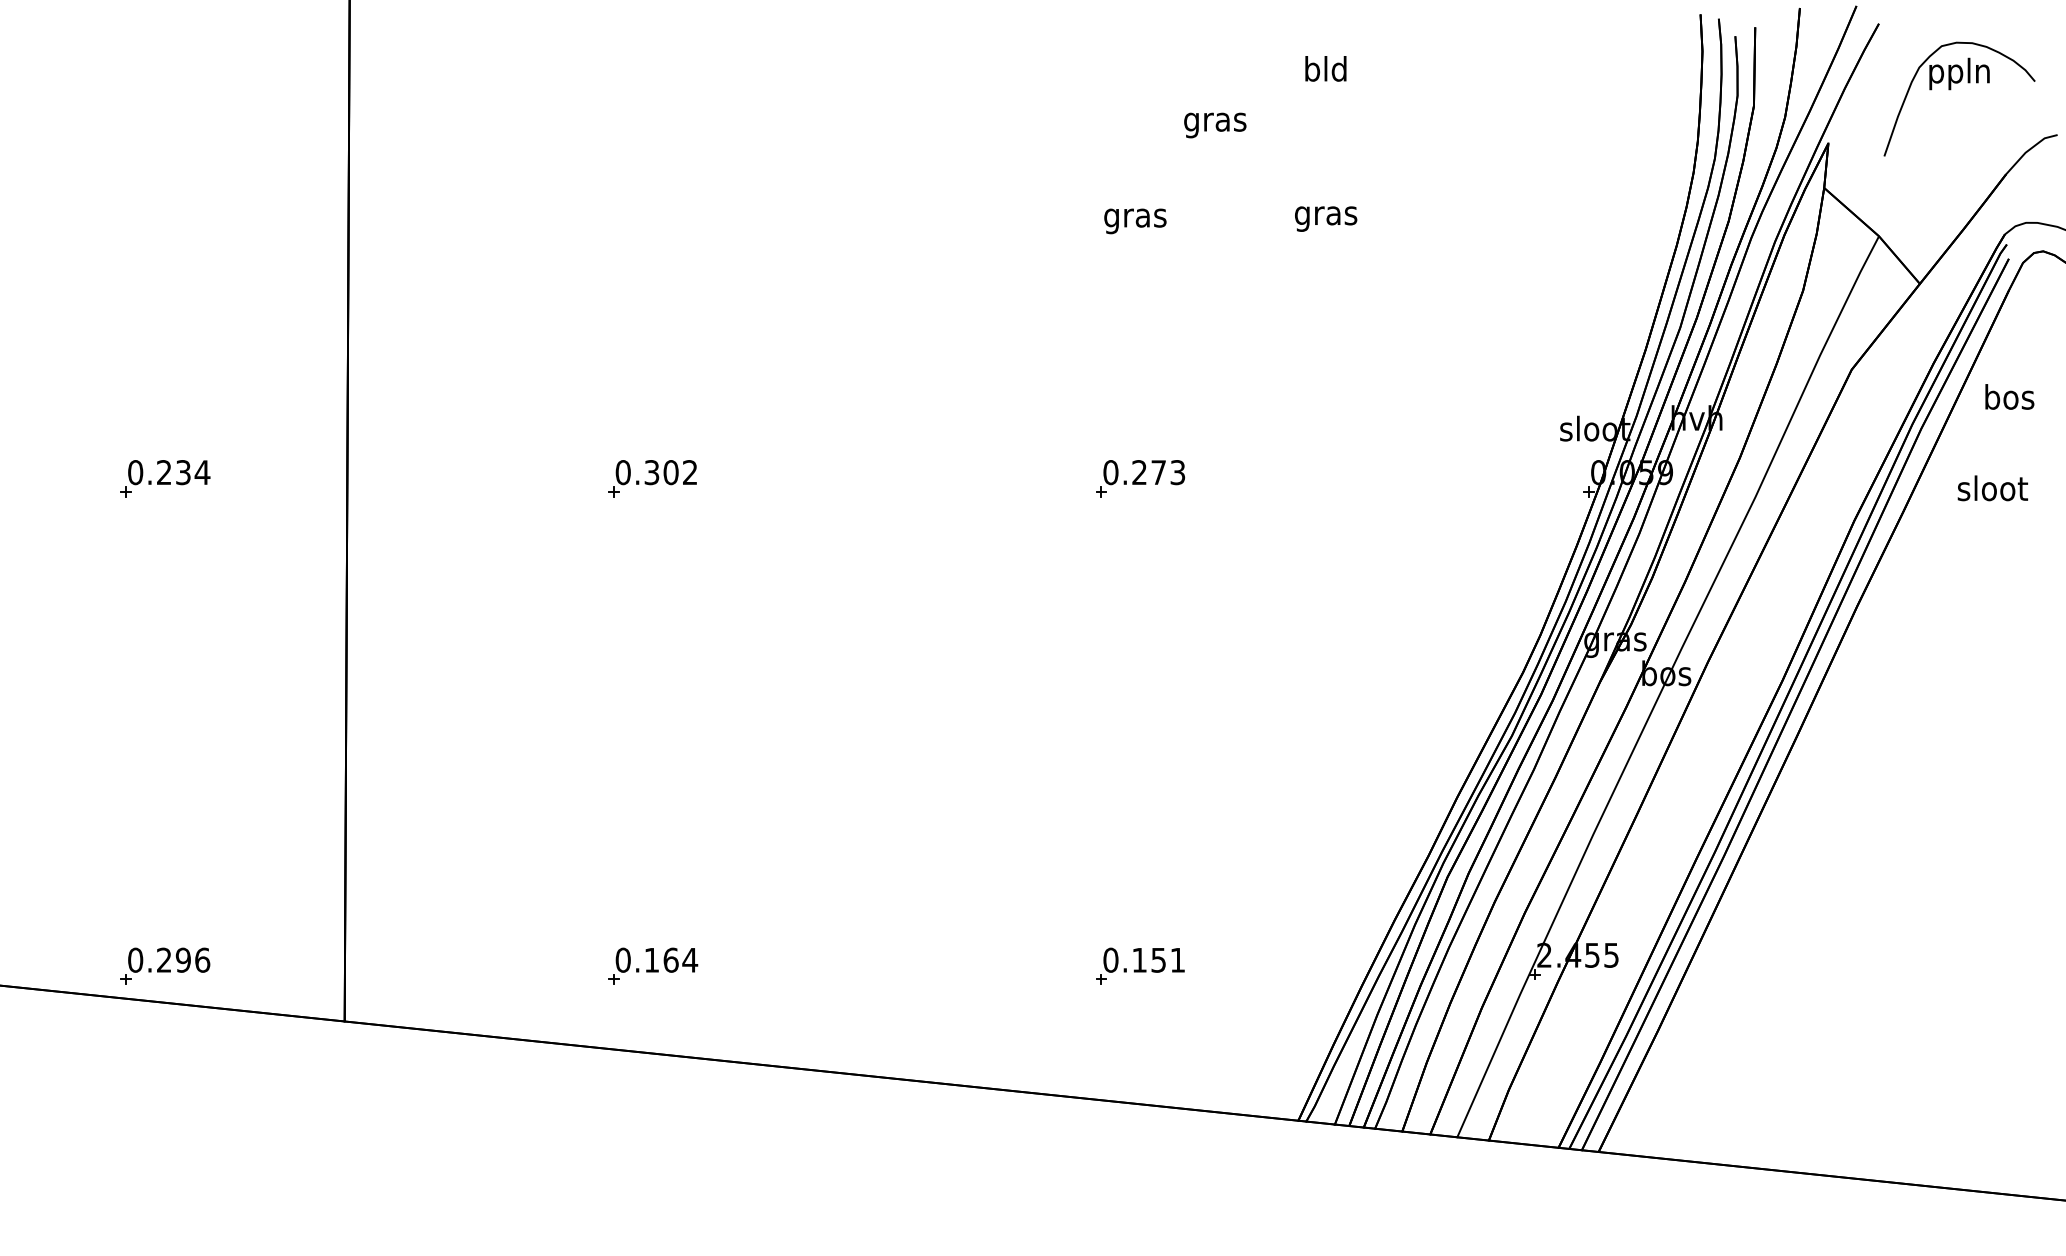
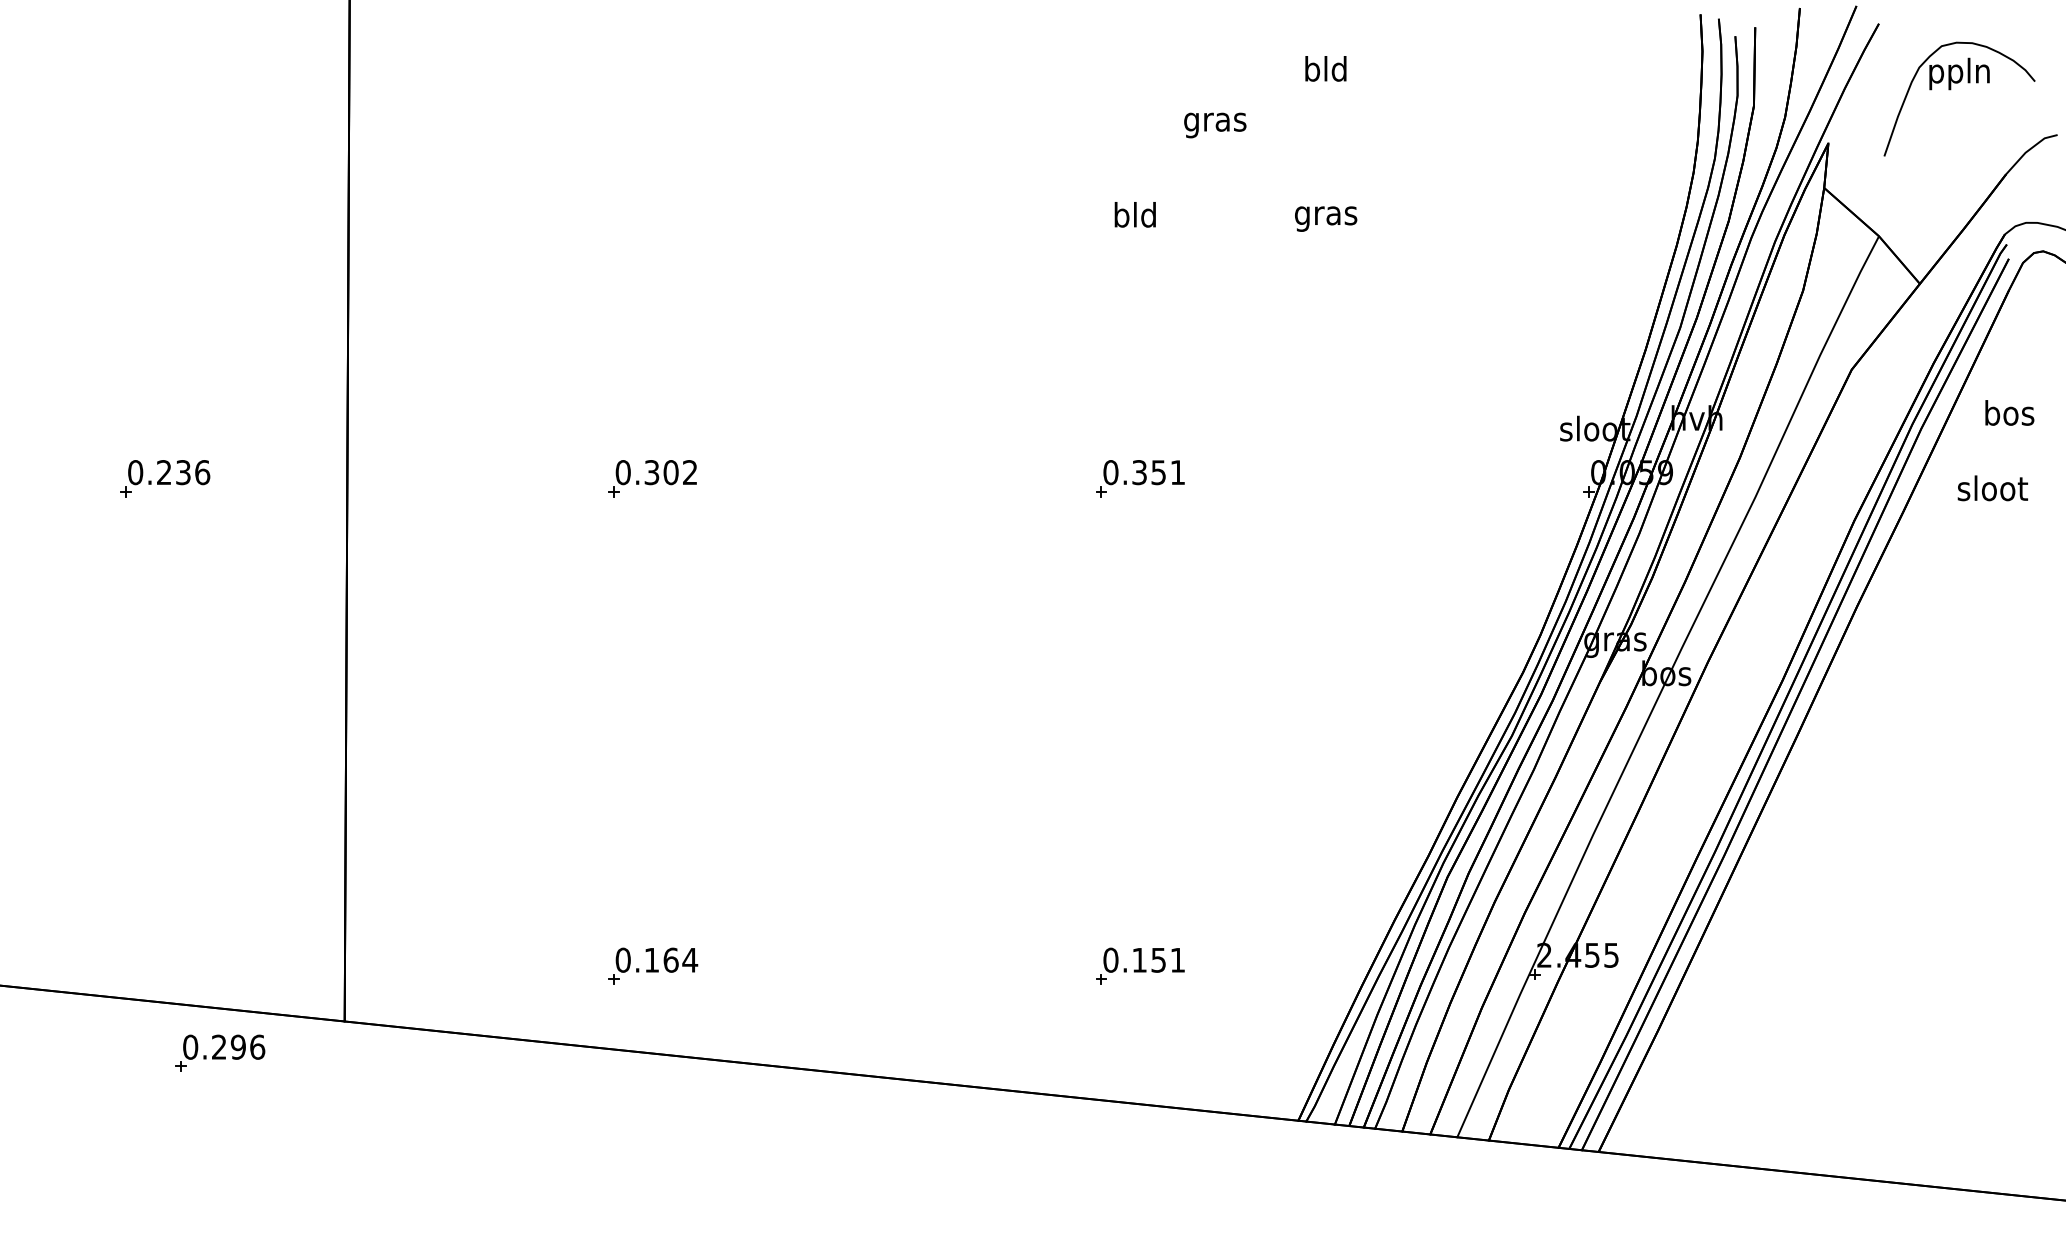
text at (1135, 218): gras -> bld
text at (2009, 396) position: (2009, 396) -> (2009, 412)
text at (202, 472): 0.234 -> 0.236
text at (1158, 472): 0.273 -> 0.351
part at (165, 965) position: (165, 965) -> (220, 1052)
